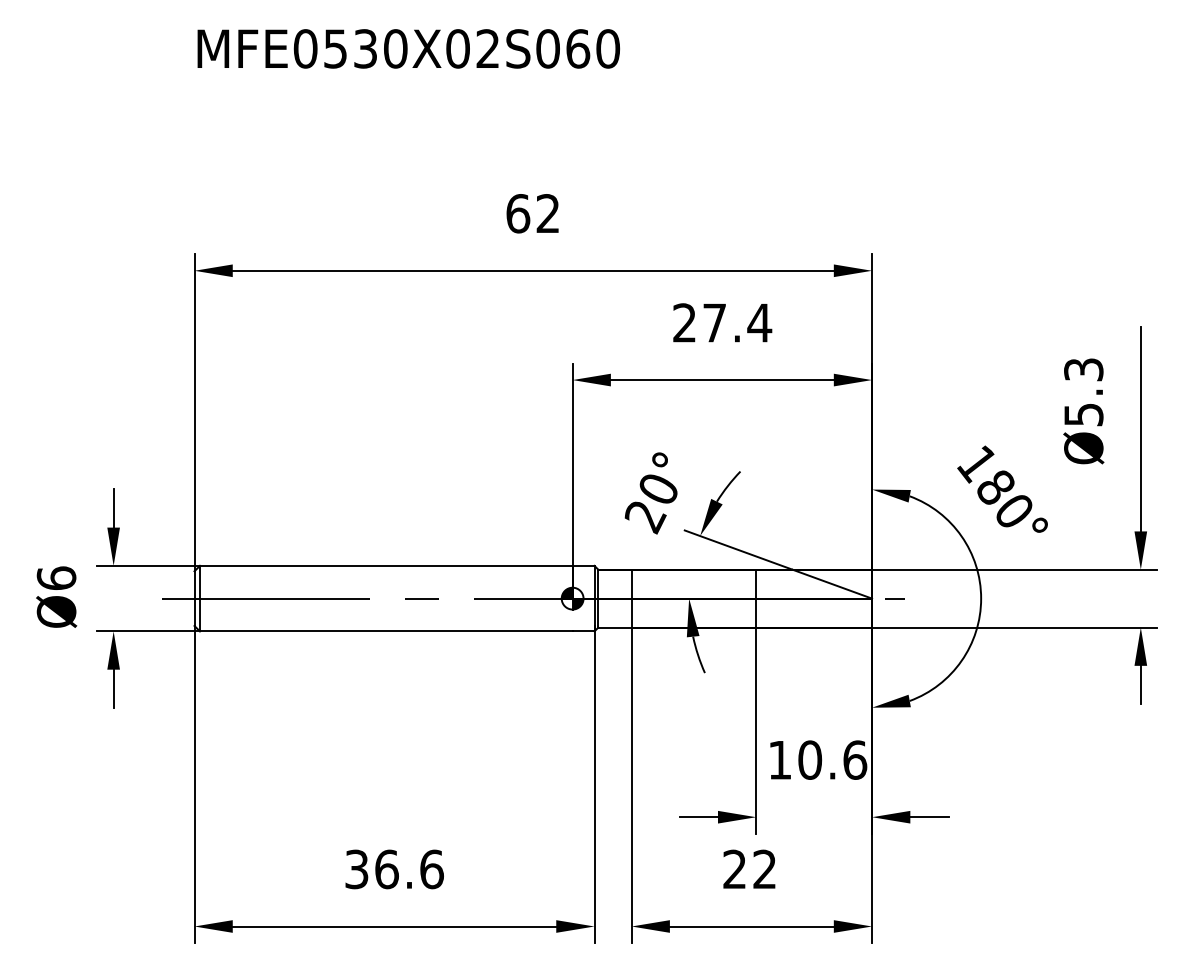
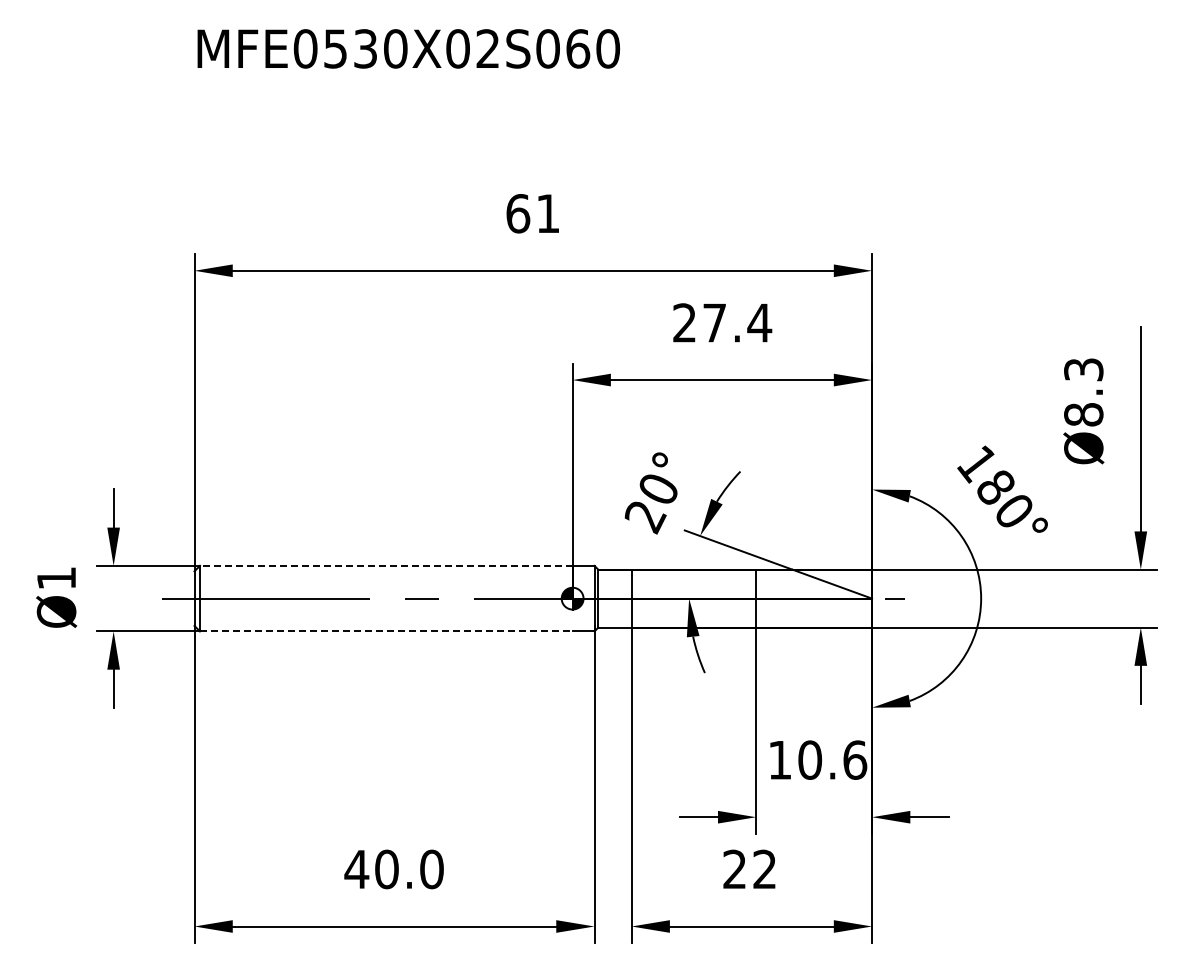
text at (547, 213): 62 -> 61
text at (1083, 414): Ø5.3 -> Ø8.3
line at (385, 565): solid -> dashed
text at (56, 577): Ø6 -> Ø1
line at (386, 631): solid -> dashed
text at (393, 869): 36.6 -> 40.0
